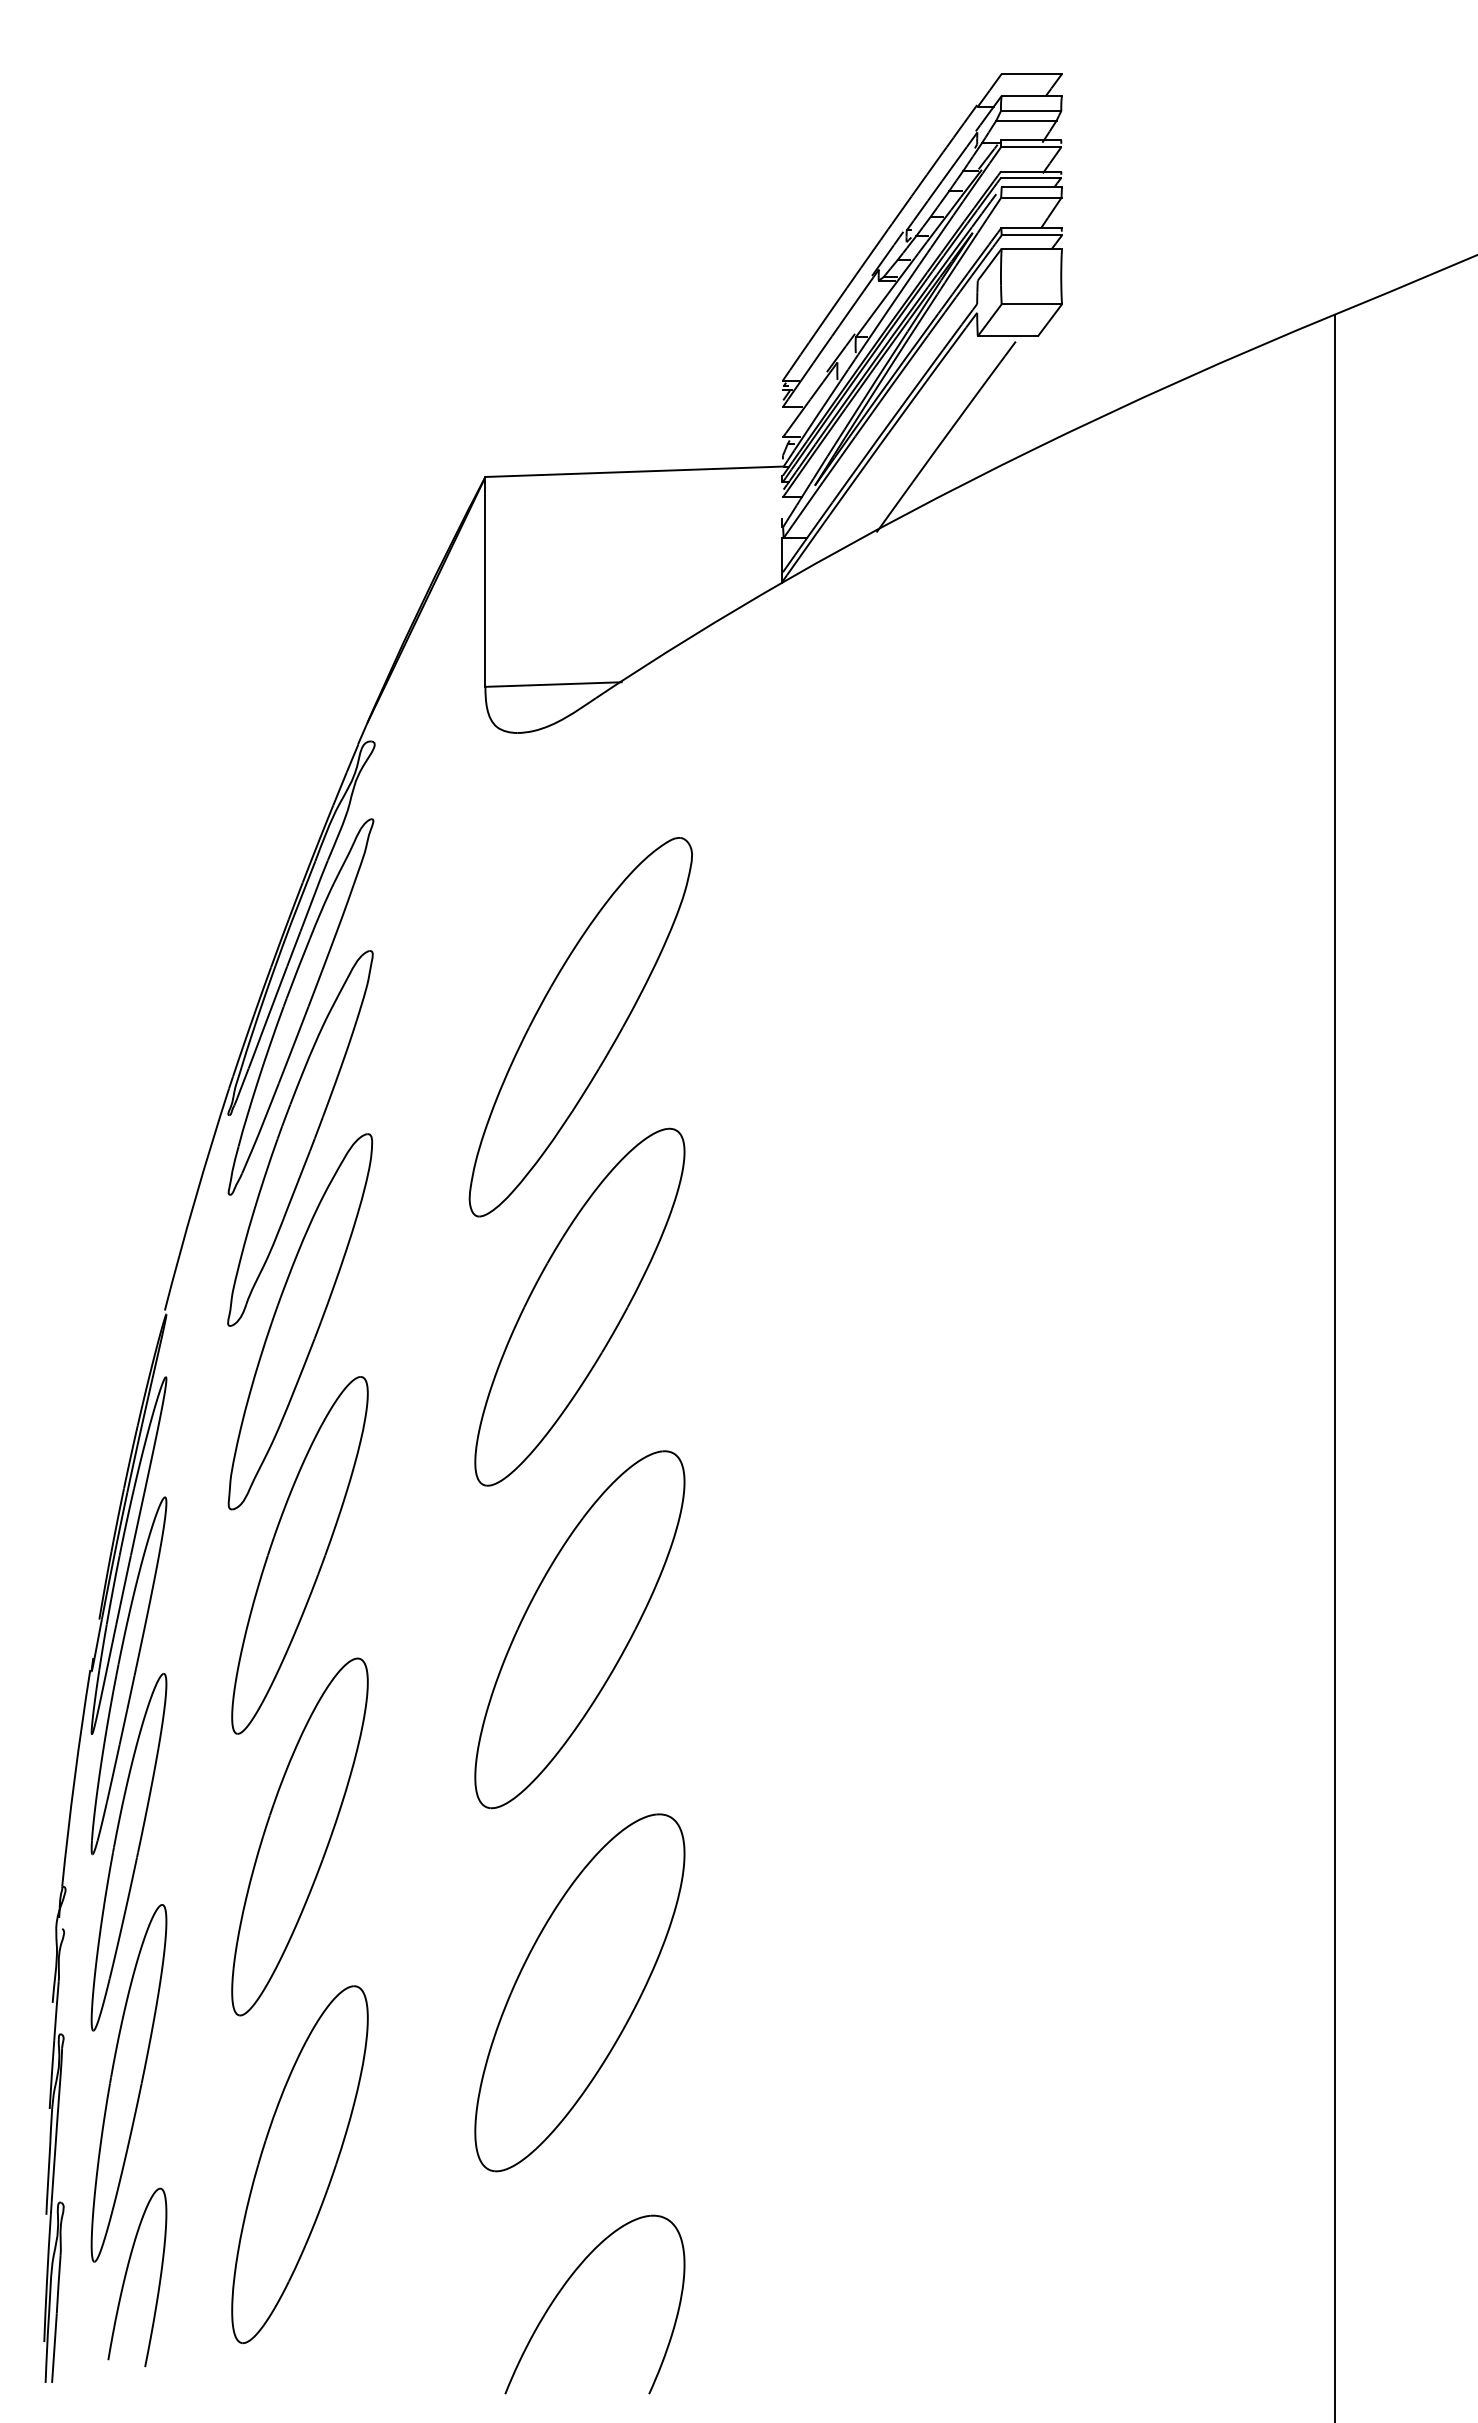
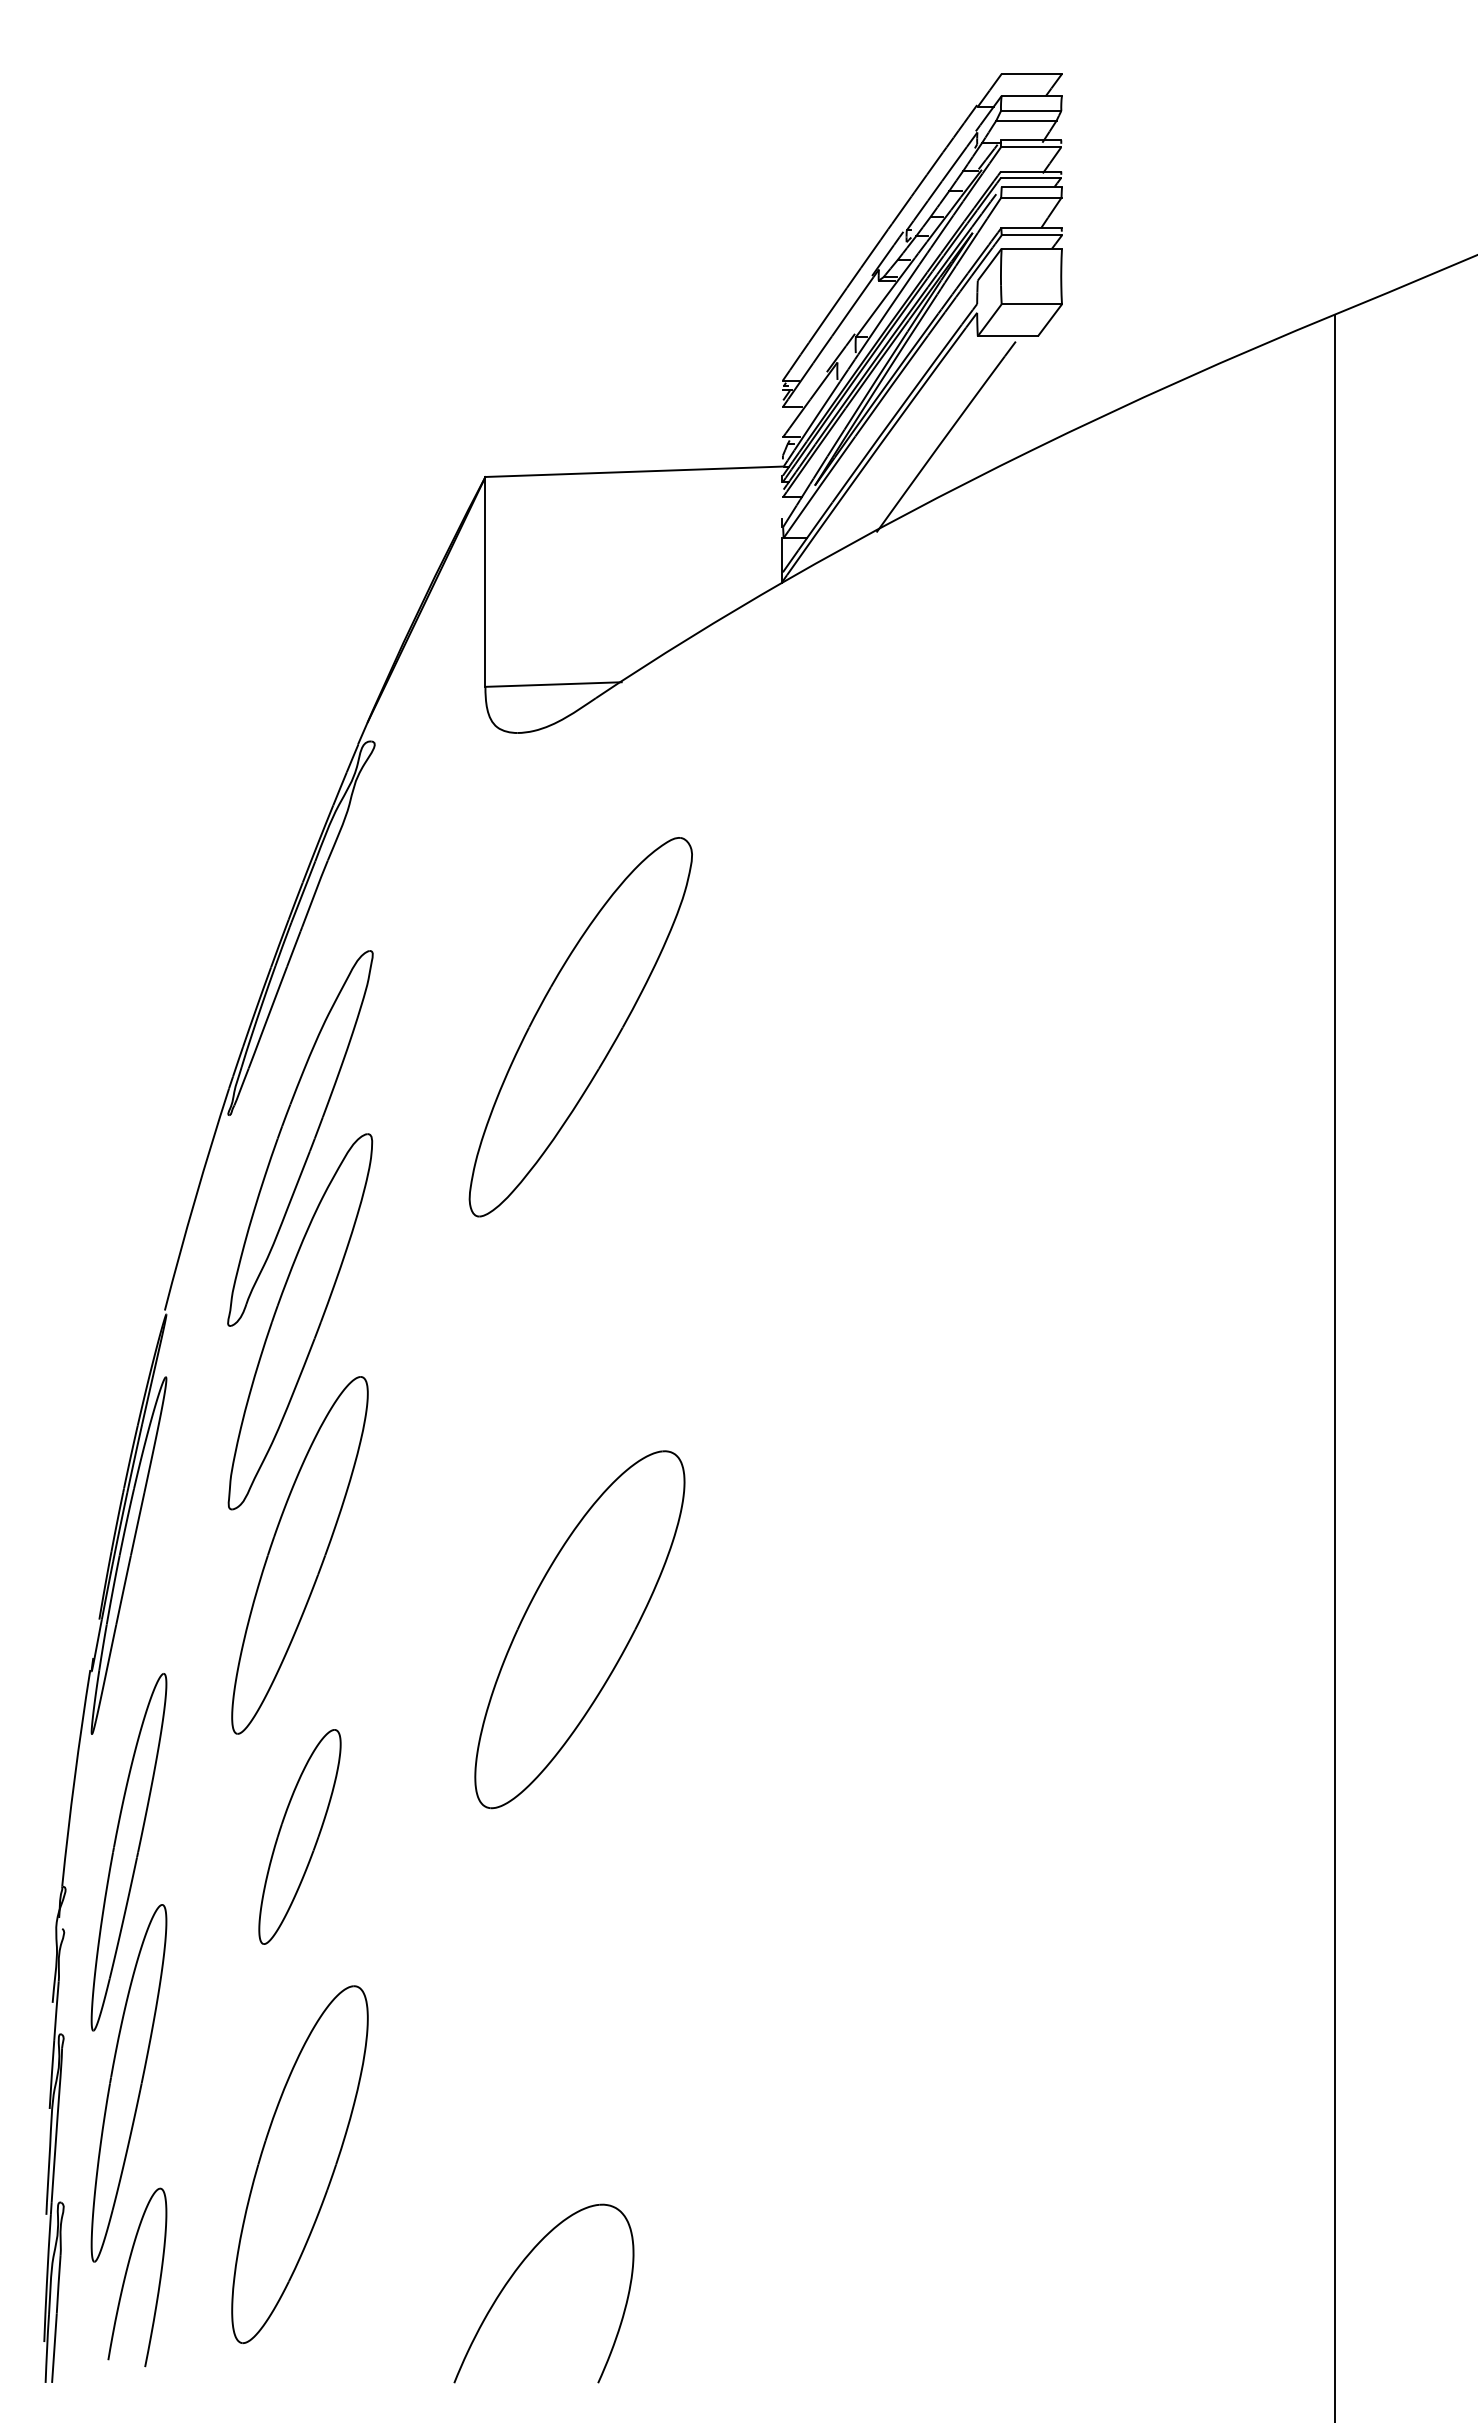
part at (300, 1006): present -> none
part at (579, 1306): present -> none
part at (128, 1675): present -> none
part at (299, 1836) size: 138x360 px -> 84x216 px
part at (579, 1992): present -> none
part at (565, 2285) position: (565, 2285) -> (514, 2274)
